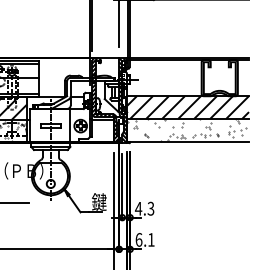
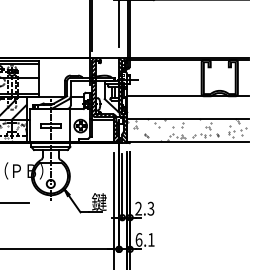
hatch at (188, 107): present -> none
text at (138, 208): 4.3 -> 2.3
